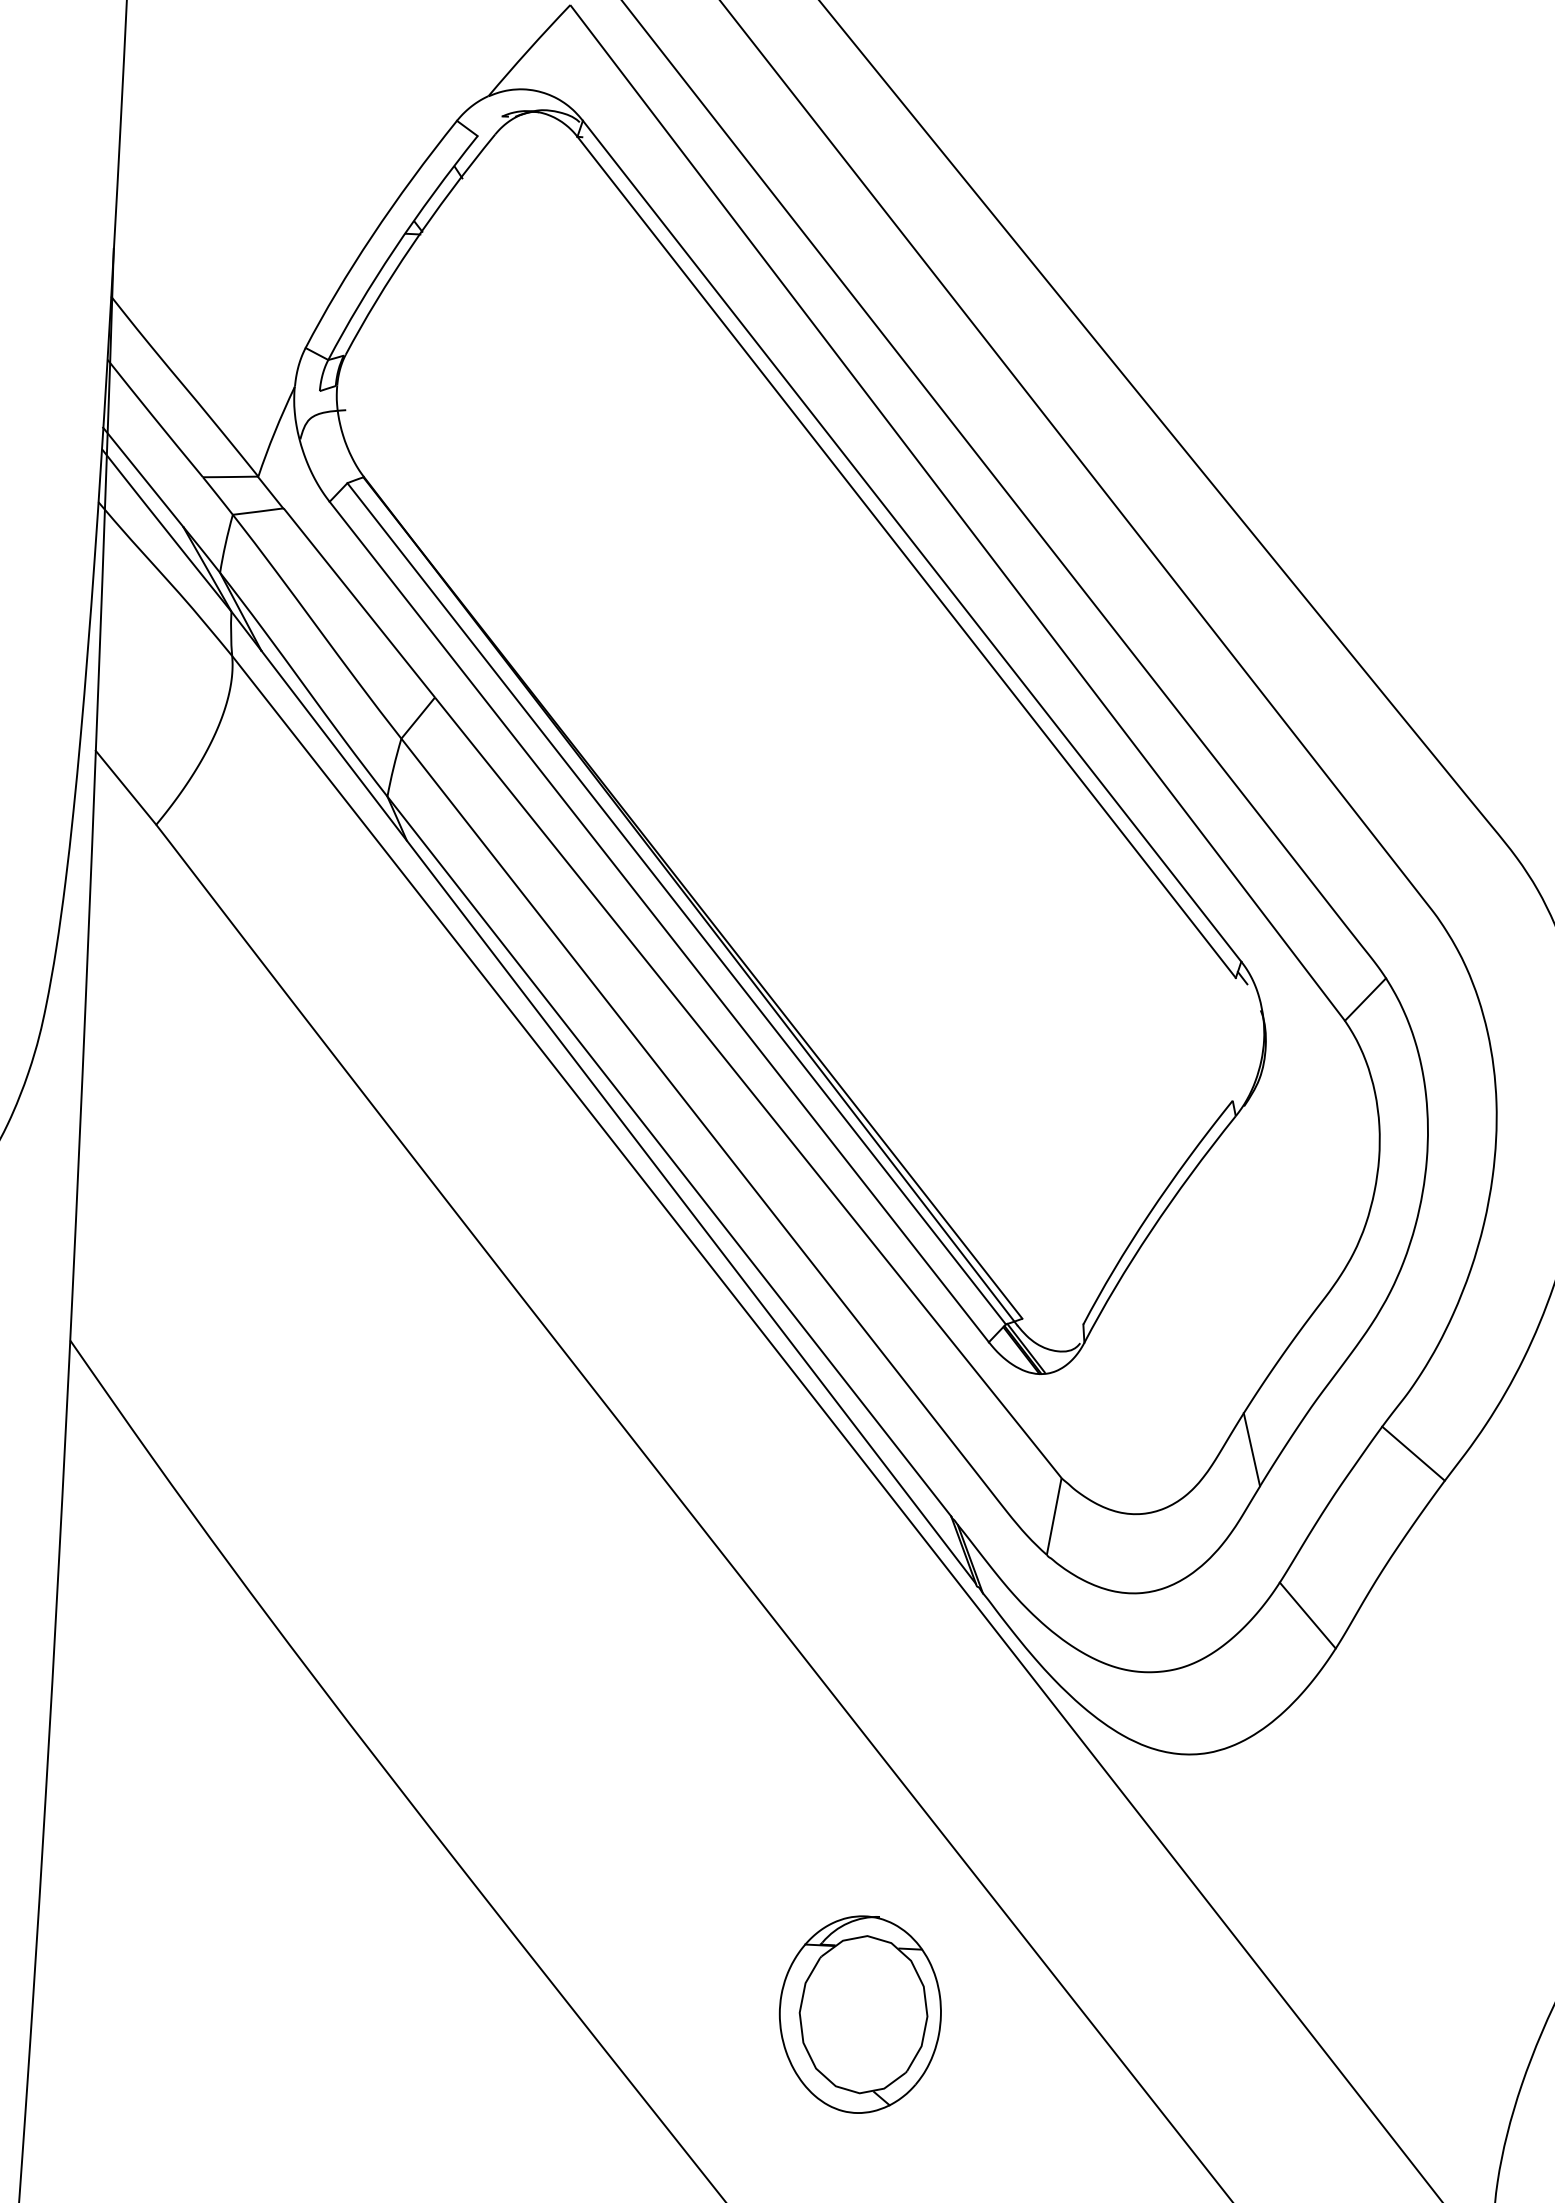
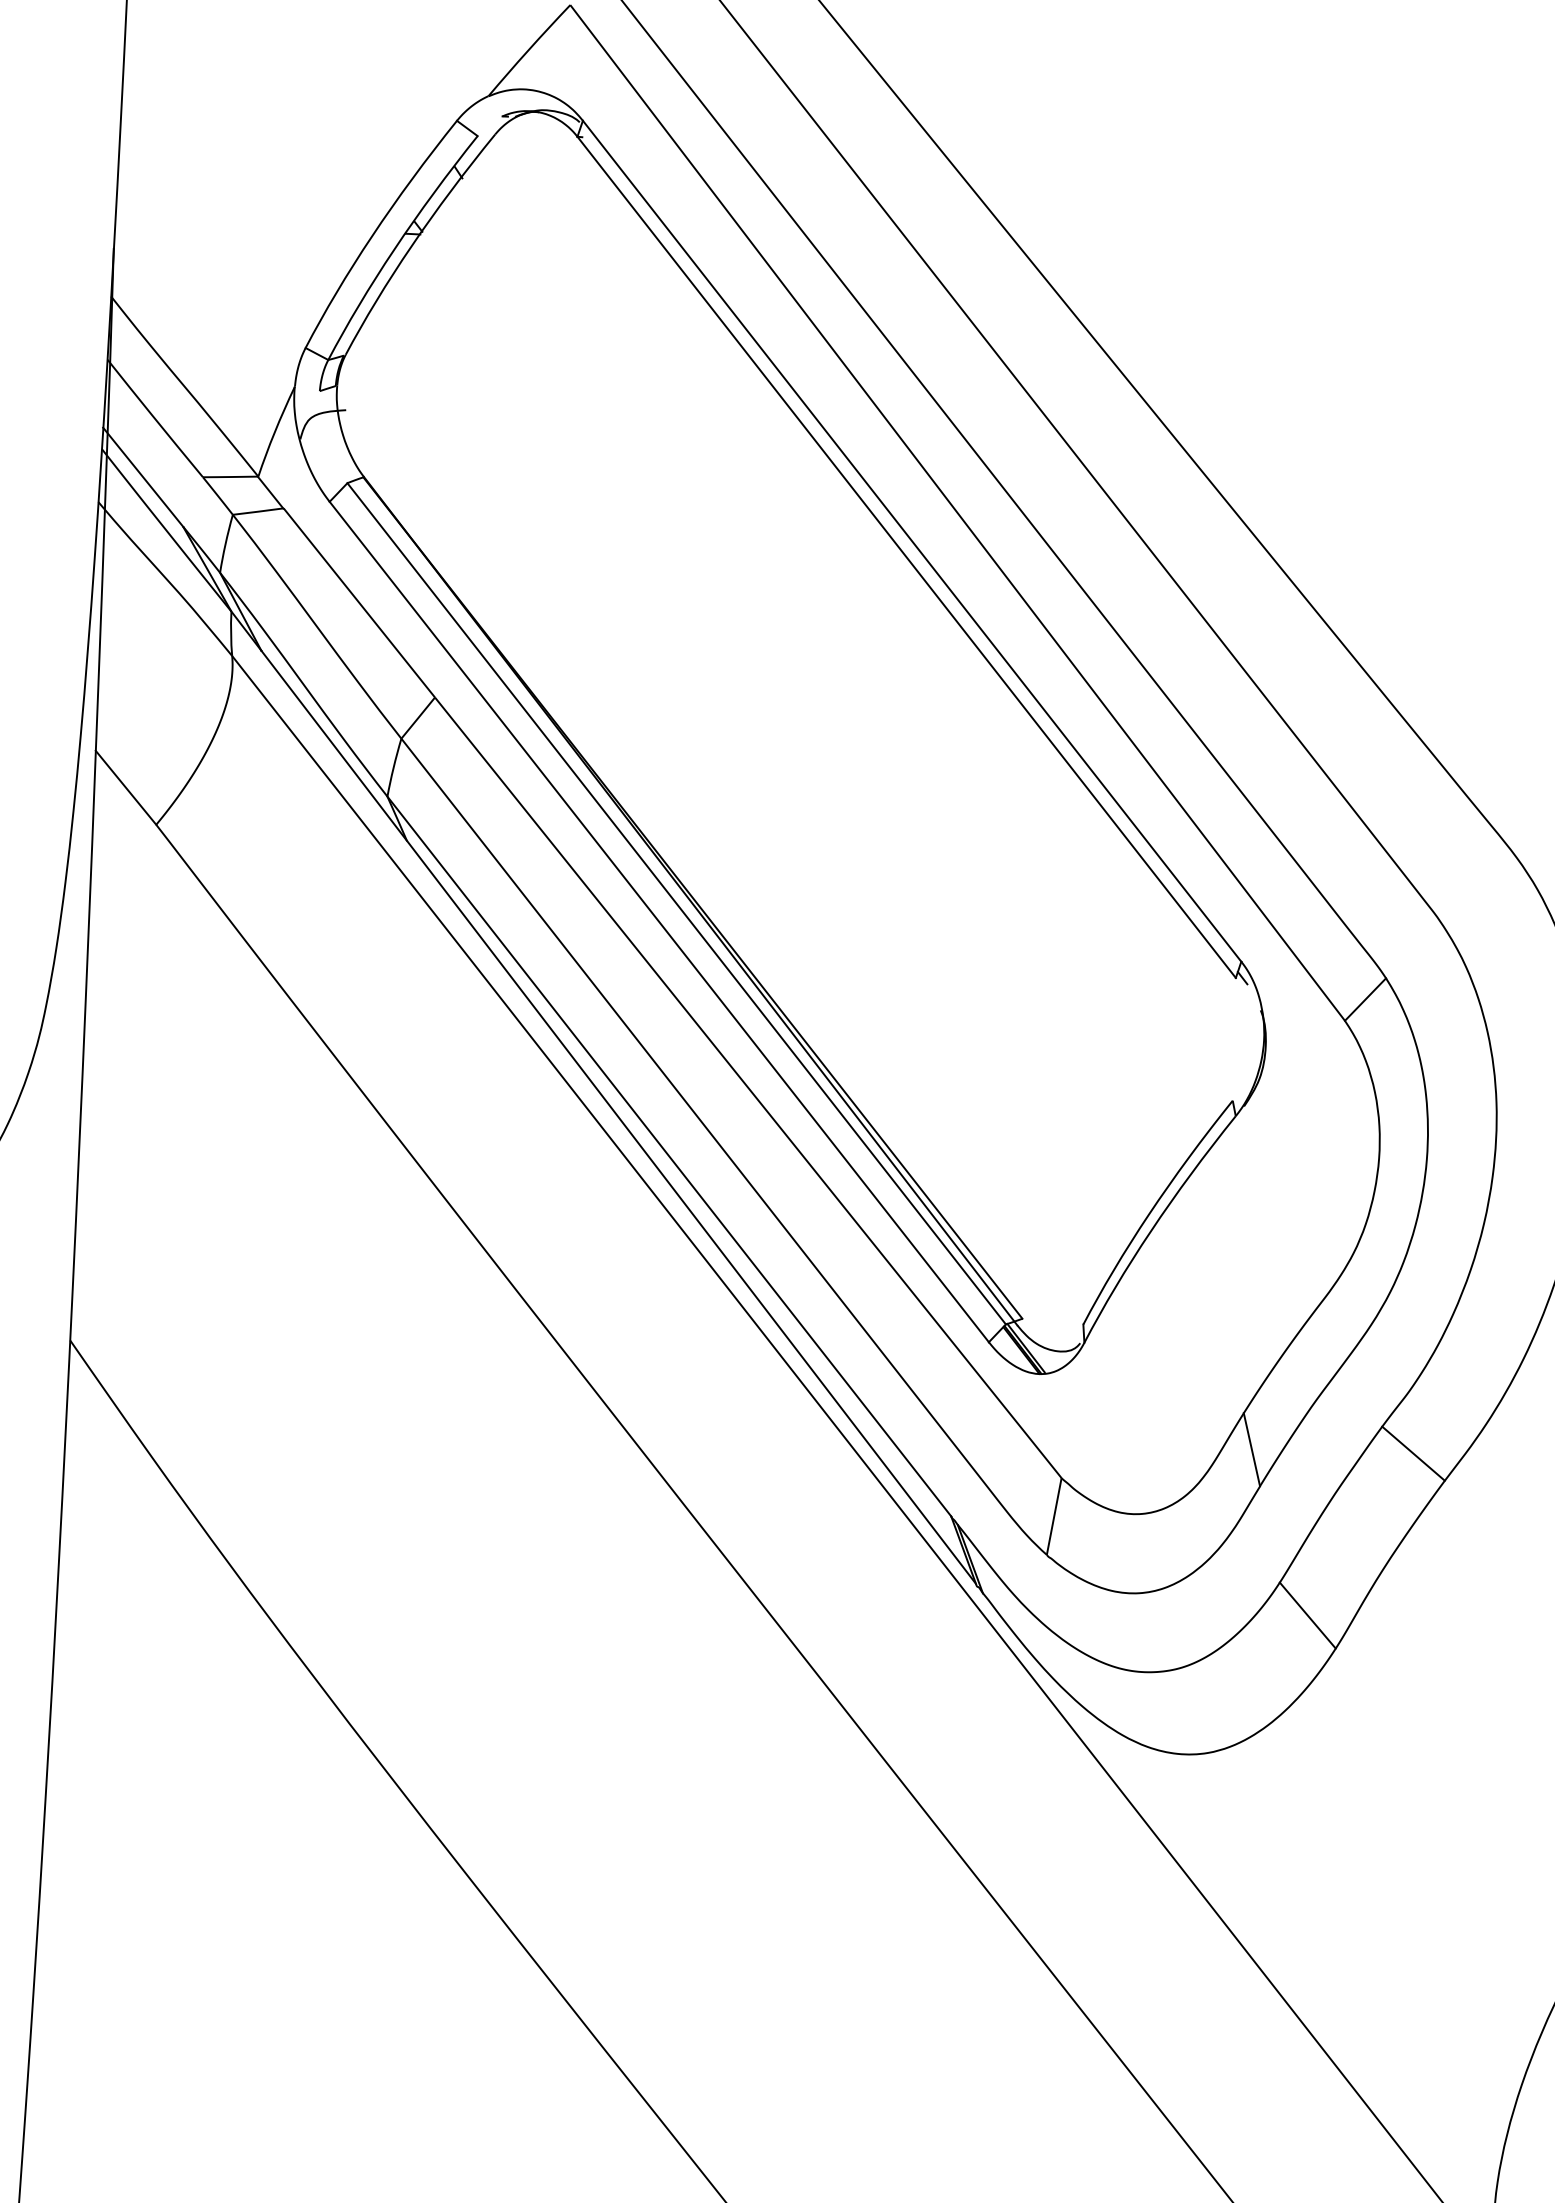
part at (859, 2014): present -> none
